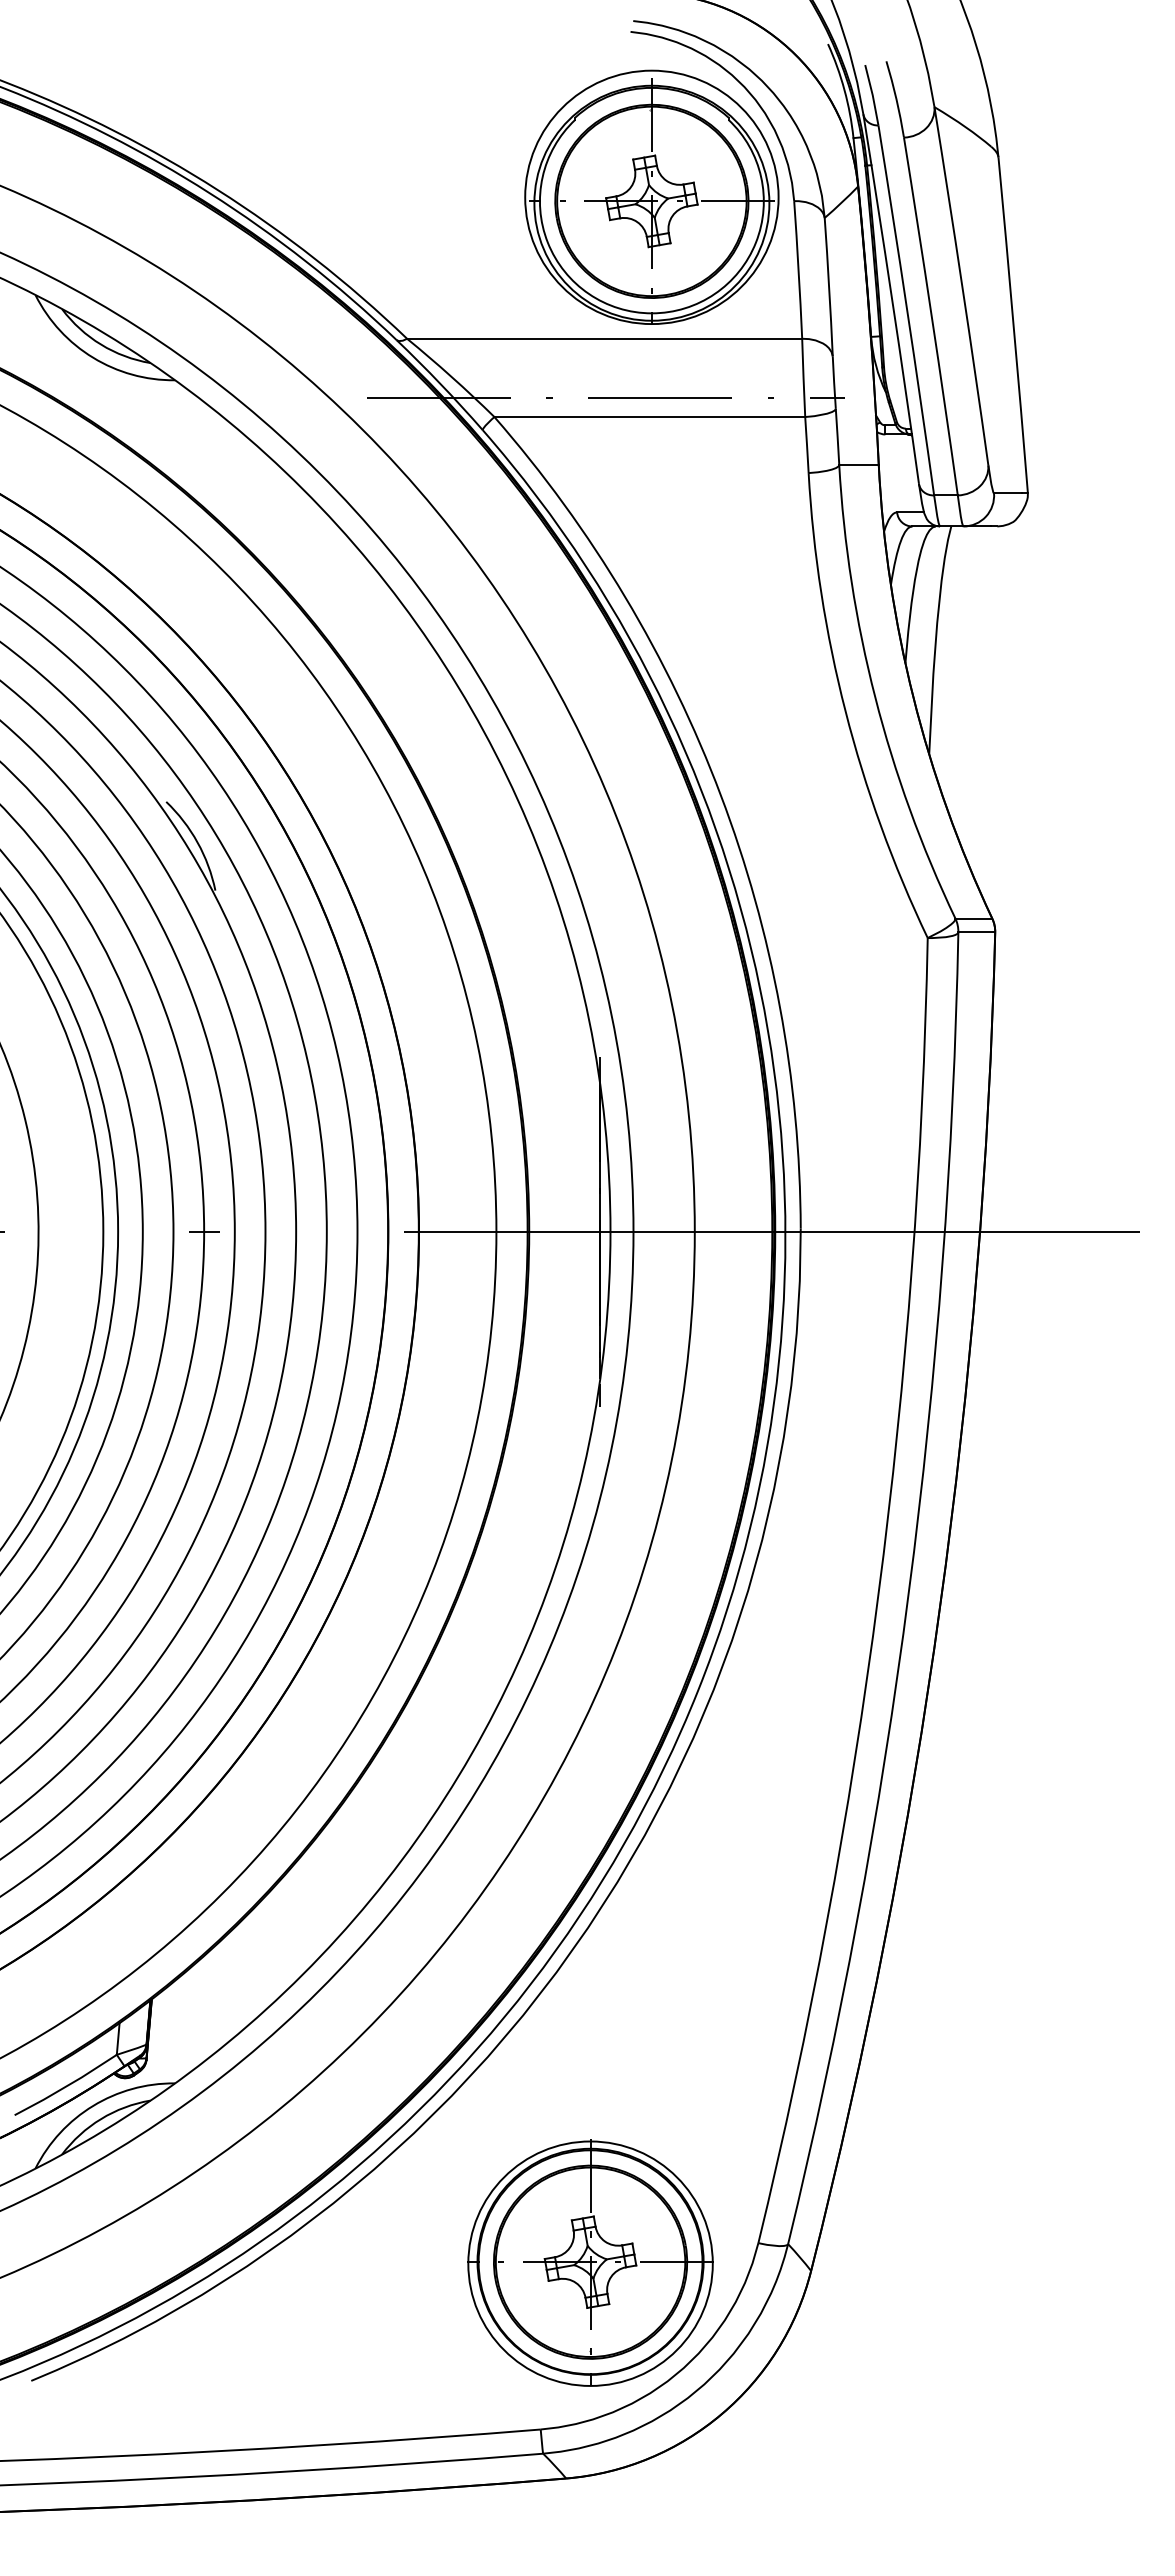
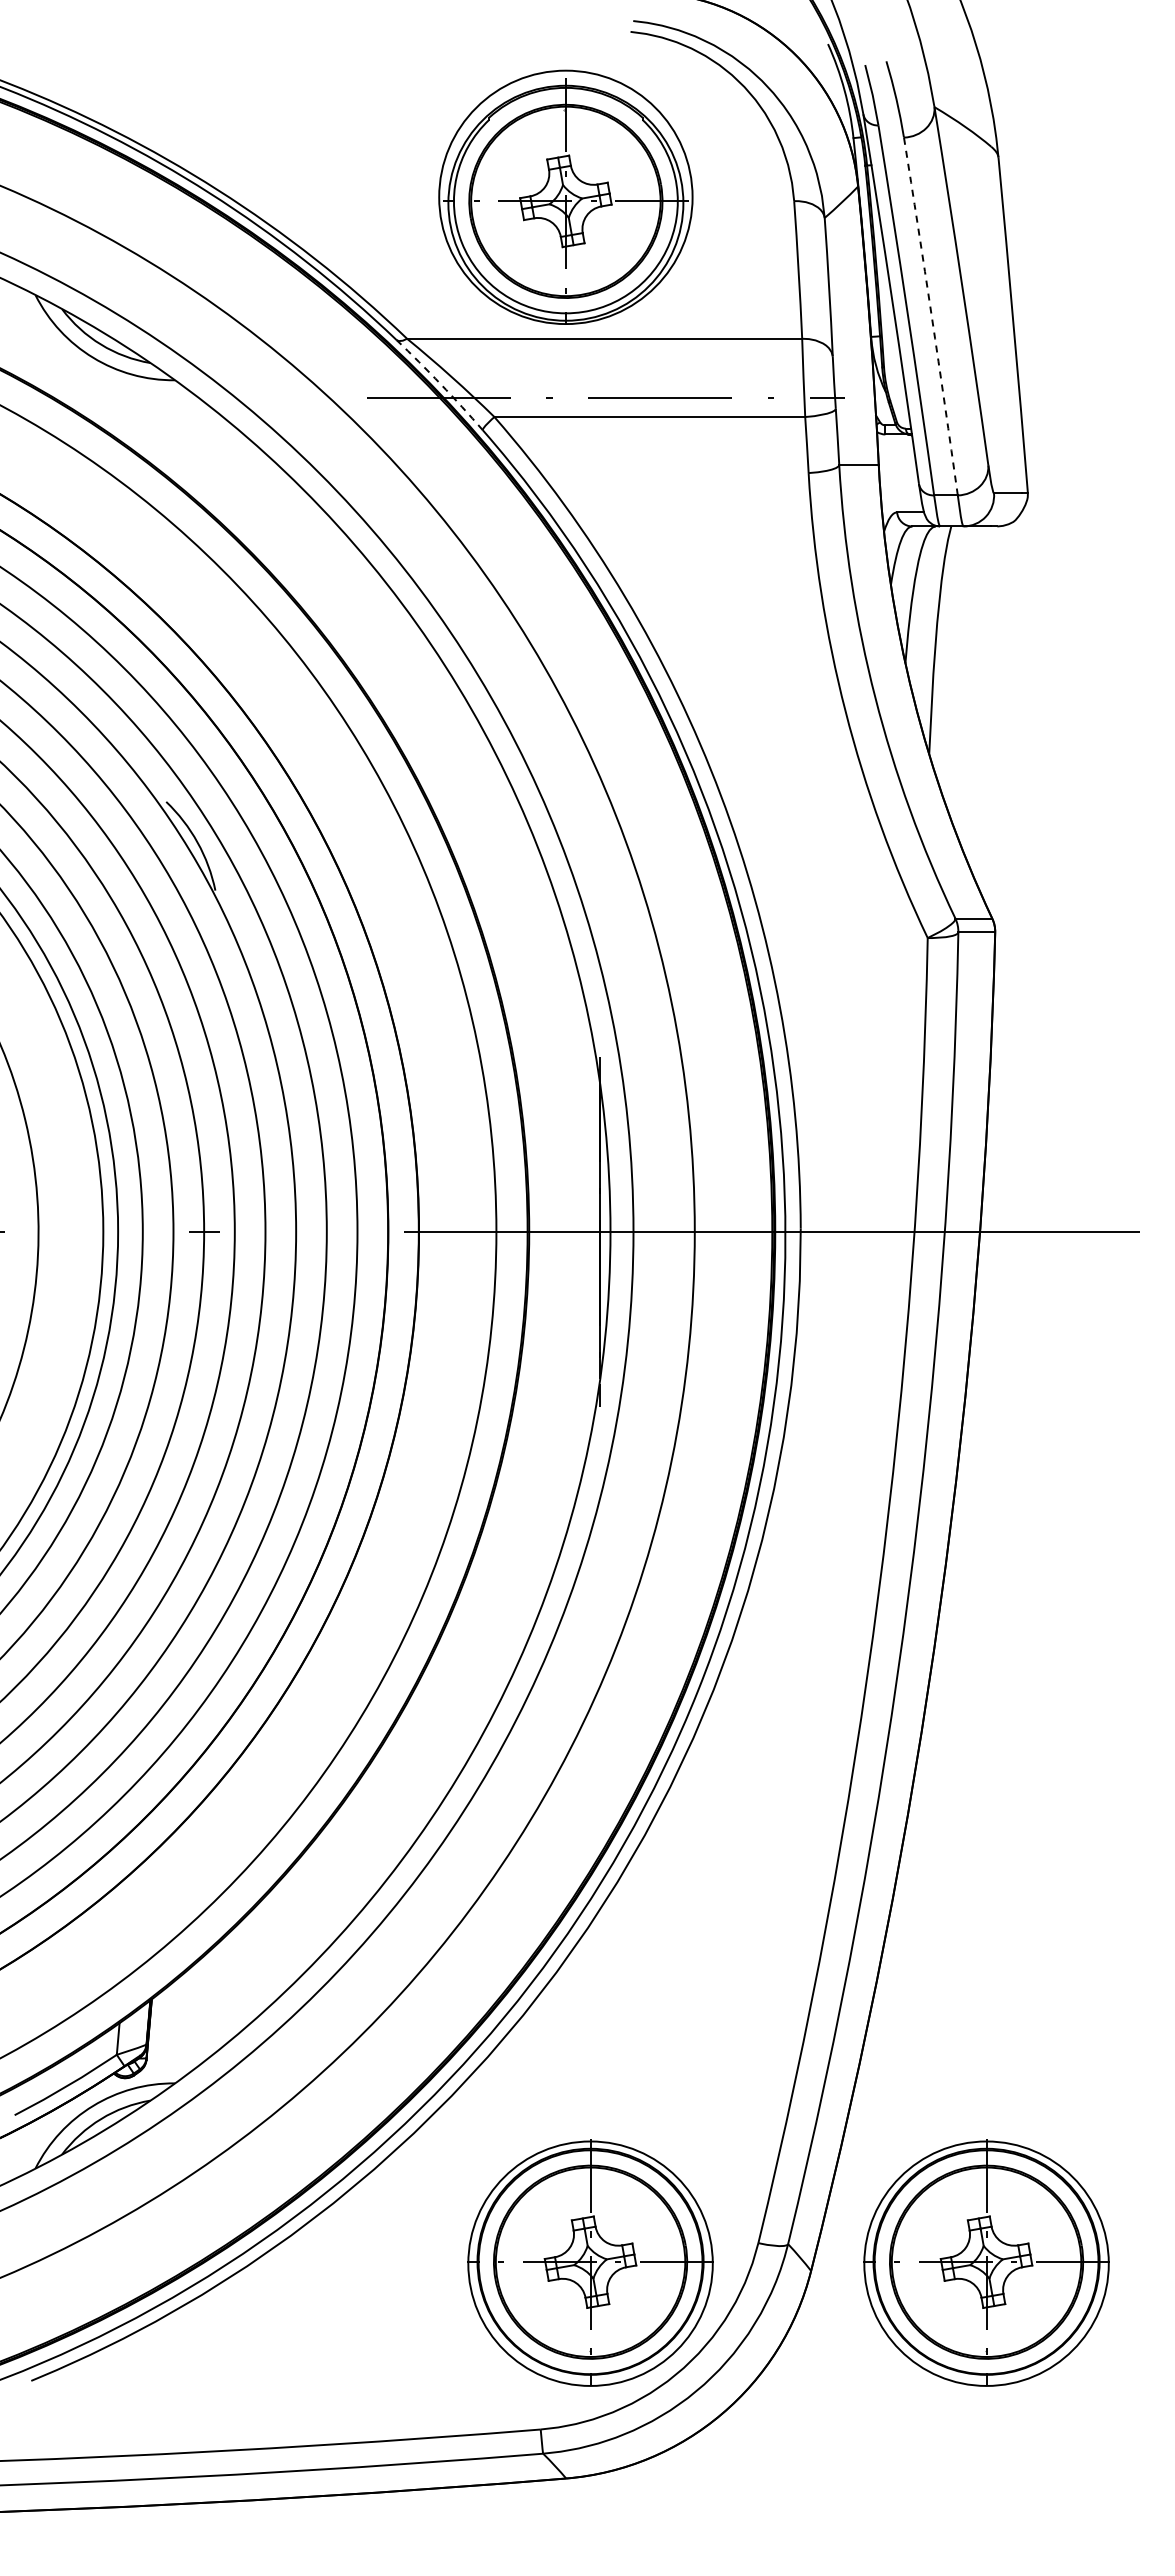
part at (651, 196) position: (651, 196) -> (565, 196)
arc at (931, 316): solid -> dashed
arc at (440, 384): solid -> dashed
part at (986, 2262): none -> present
